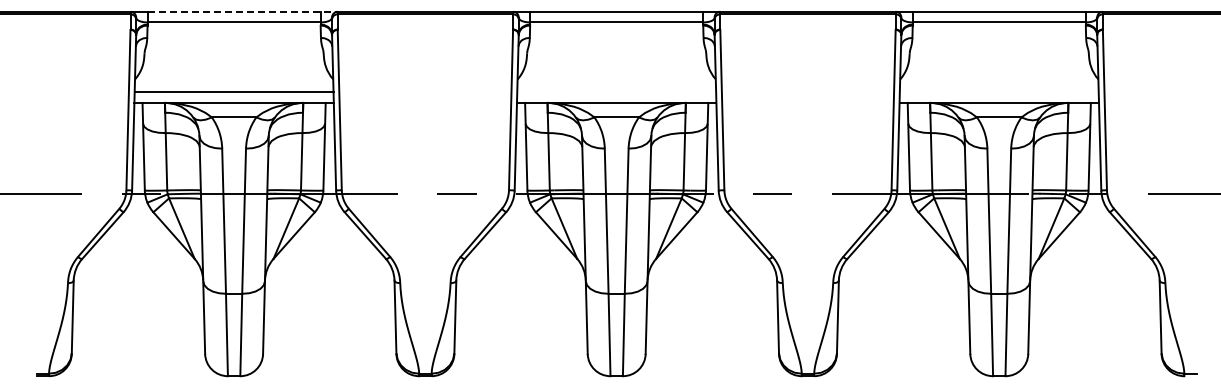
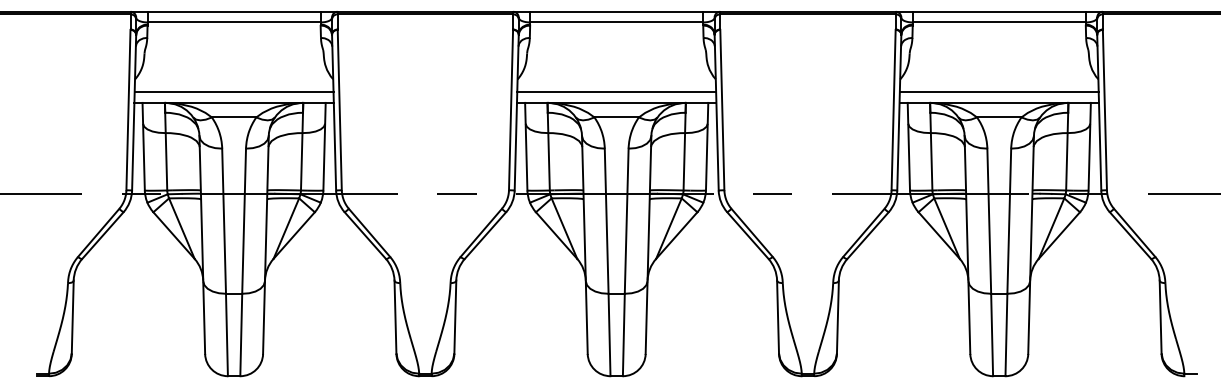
line at (243, 11): dashed -> solid
line at (616, 91): none -> present
line at (998, 91): none -> present
